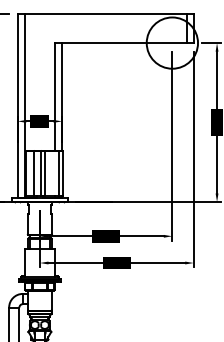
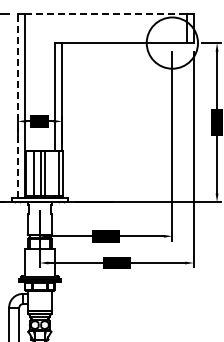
line at (106, 14): solid -> dashed
line at (17, 105): solid -> dashed
